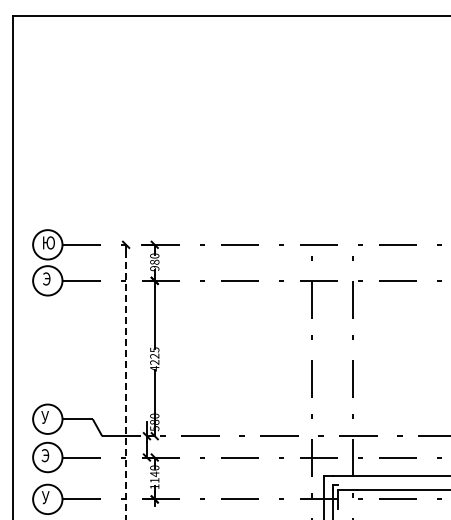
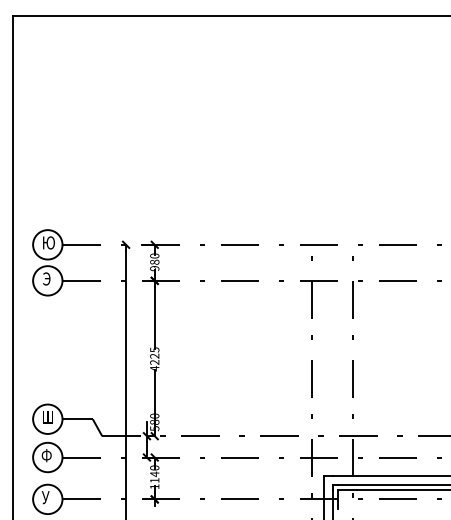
line at (126, 386): dashed -> solid
text at (46, 417): У -> Ш
text at (46, 455): Э -> Ф
line at (392, 484): none -> present
